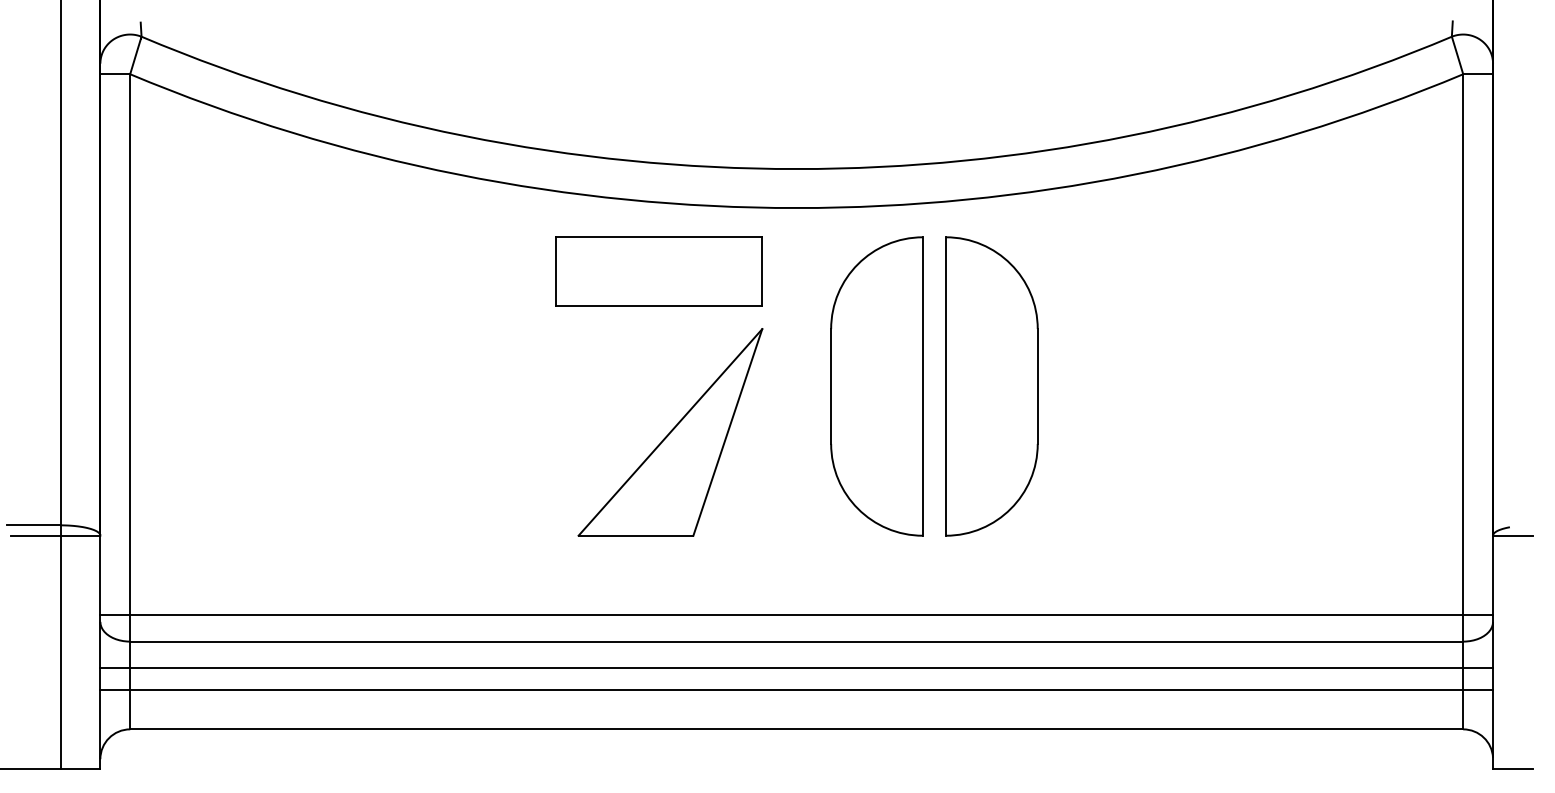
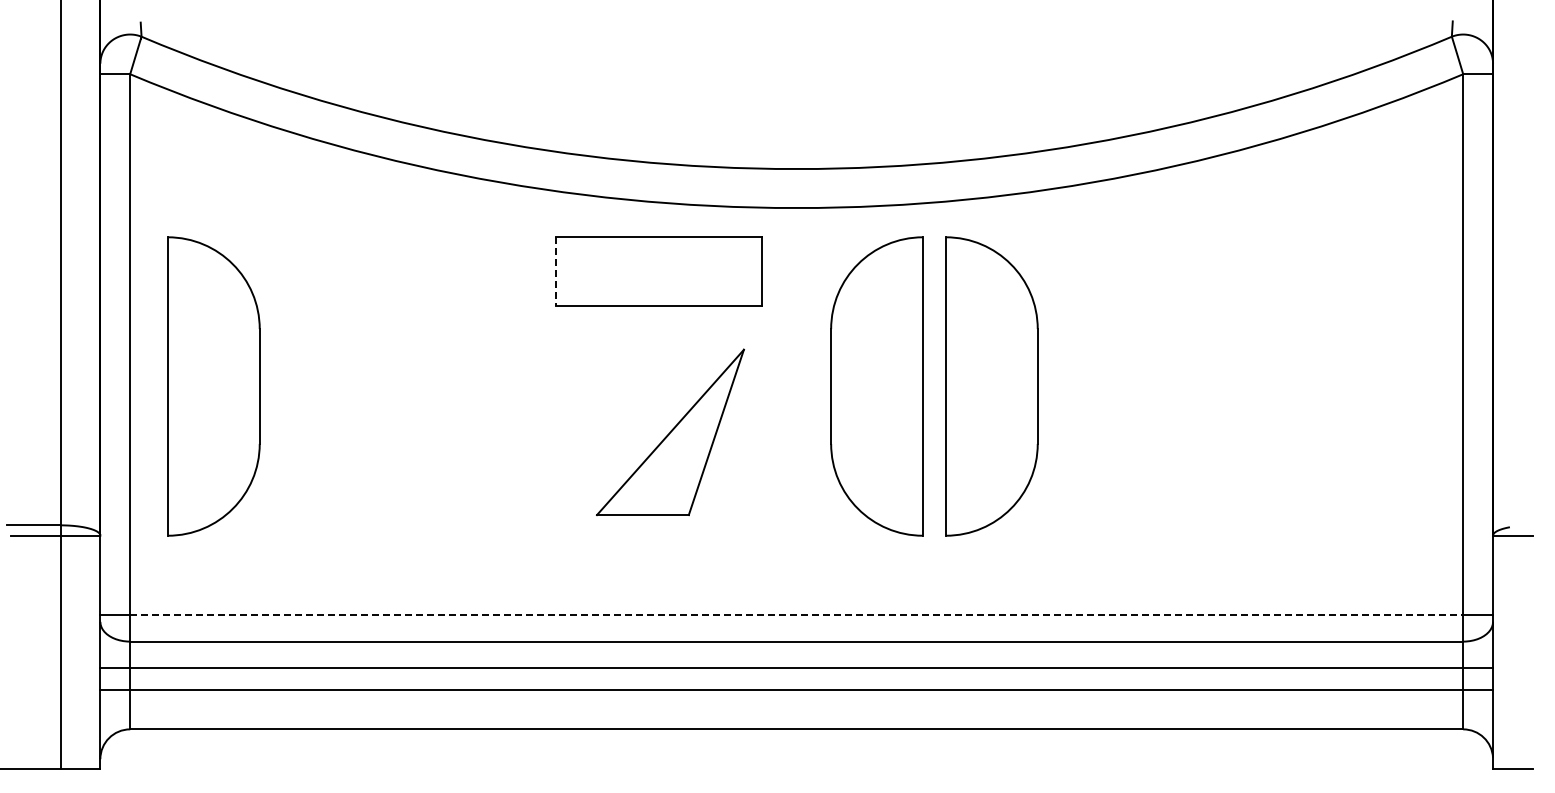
line at (555, 272): solid -> dashed
part at (213, 386): none -> present
part at (670, 432) size: 187x209 px -> 149x169 px
line at (796, 615): solid -> dashed
